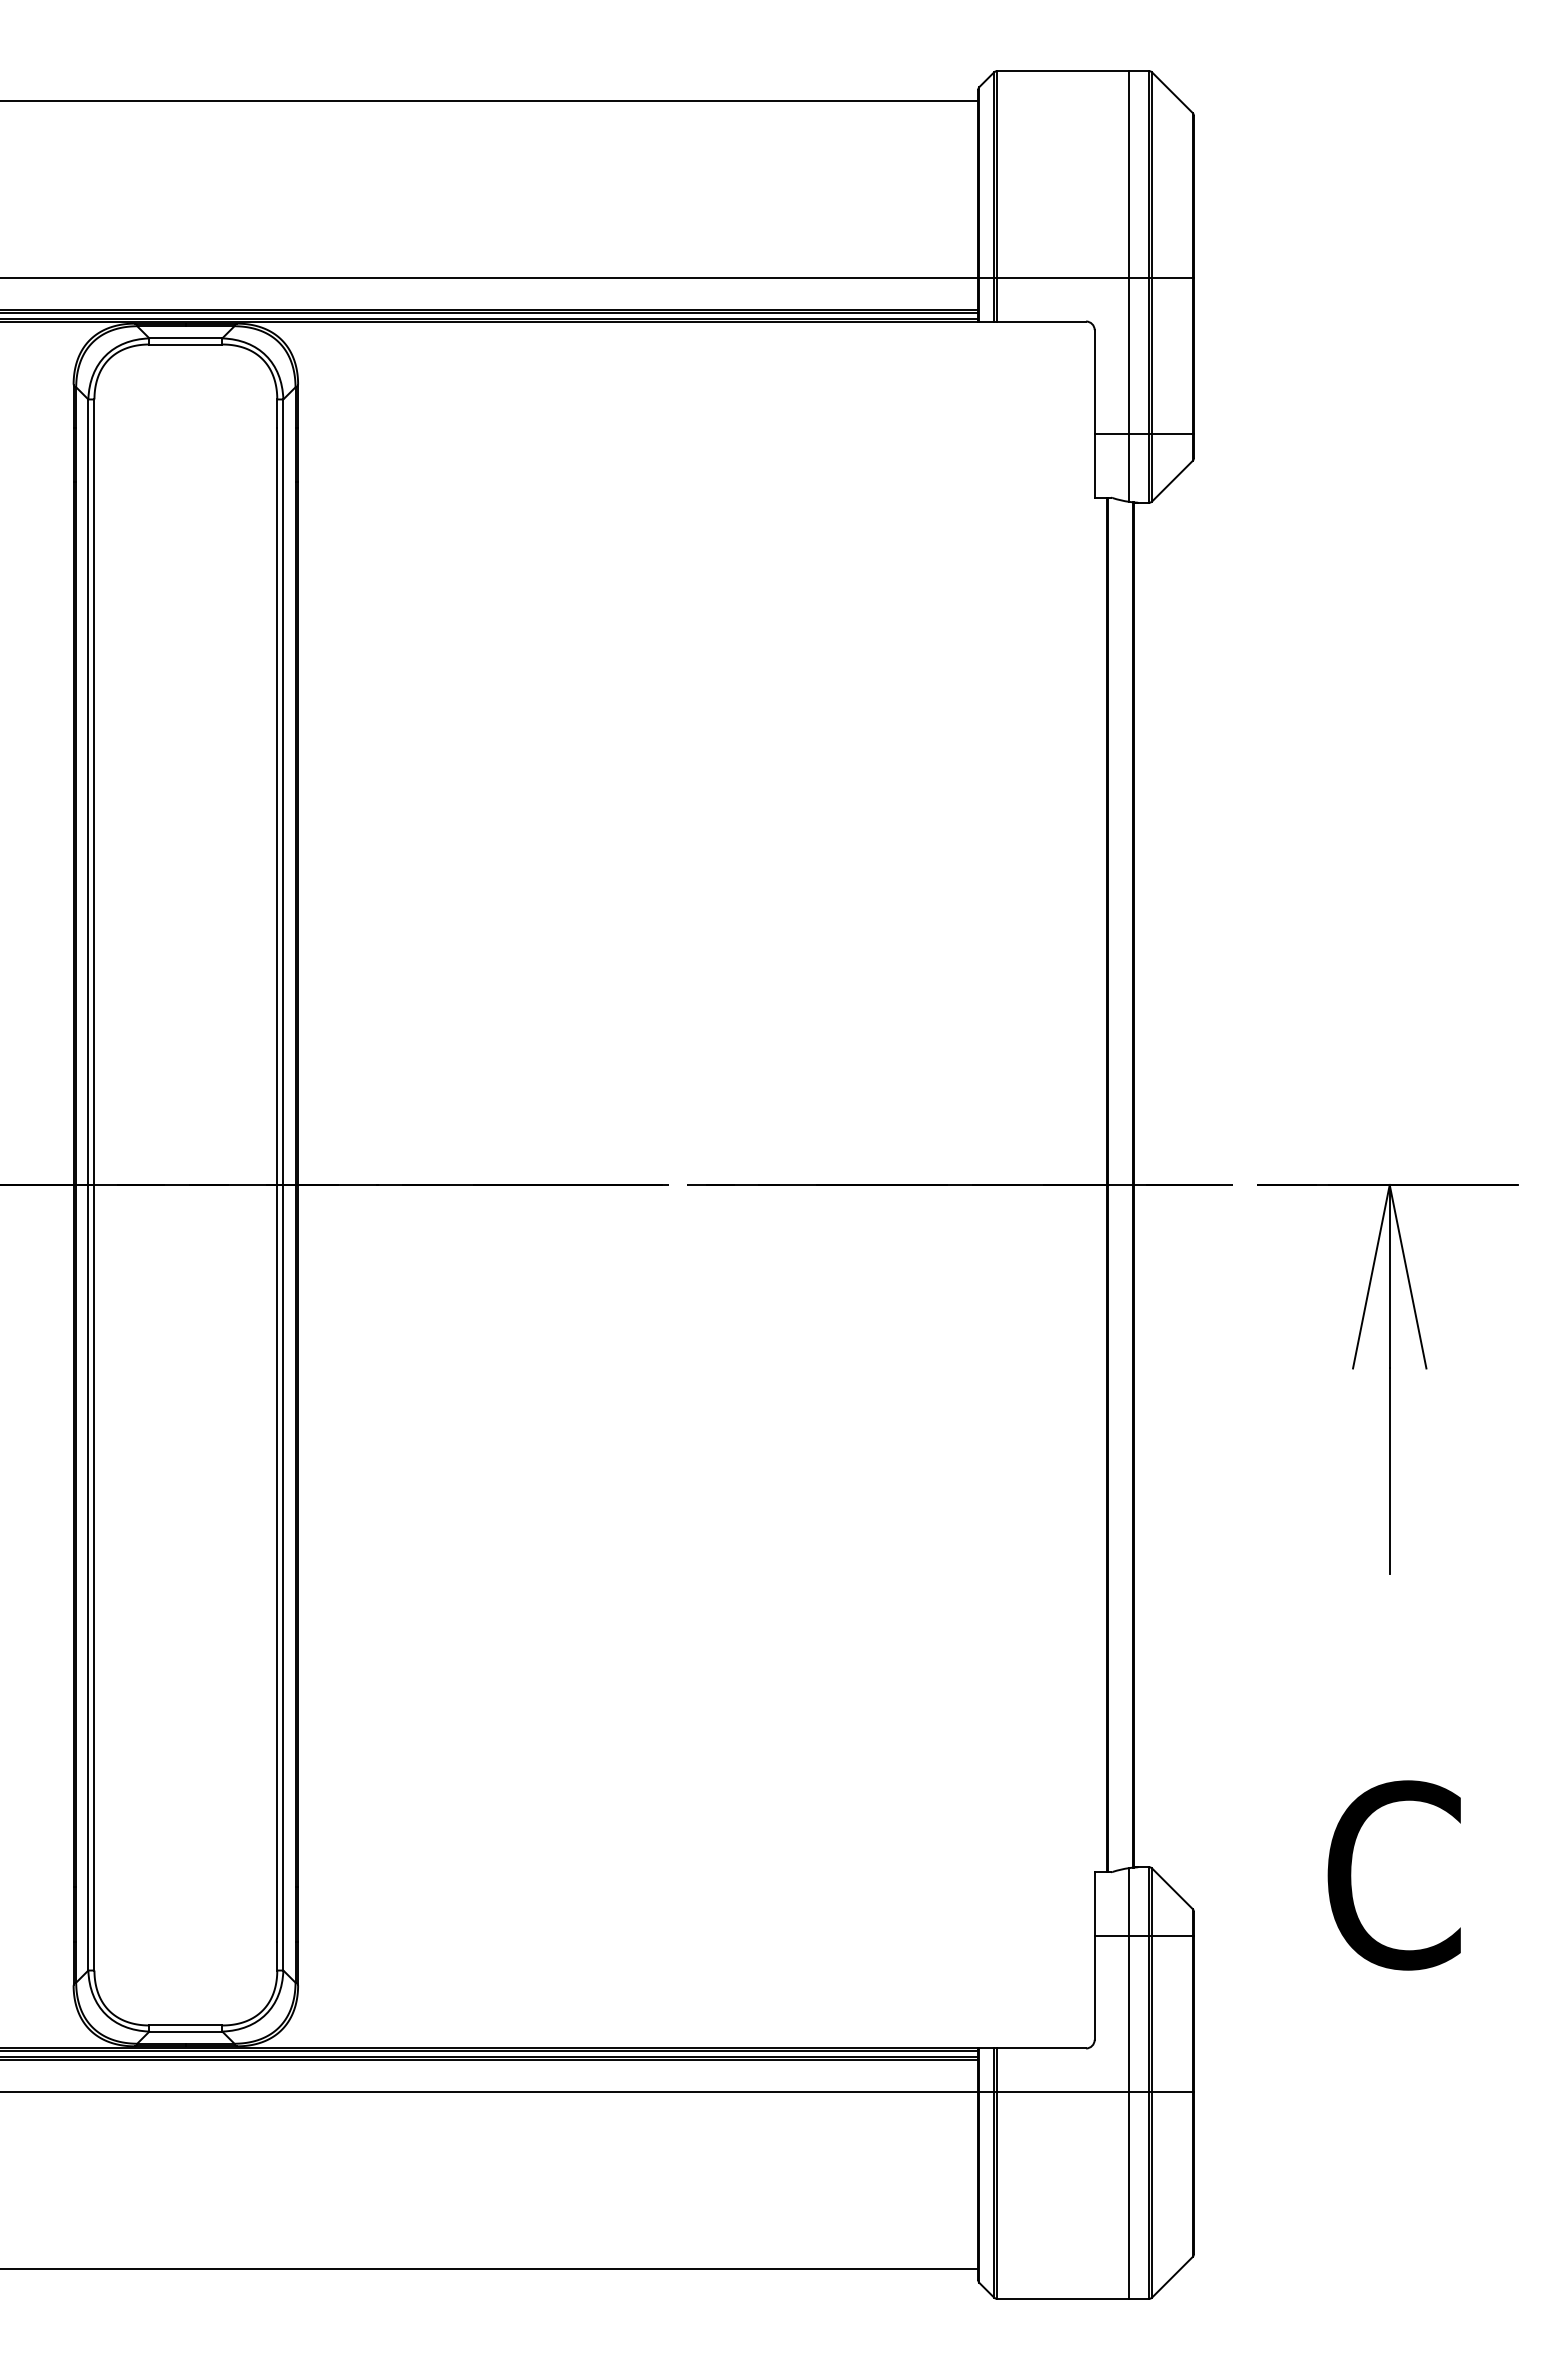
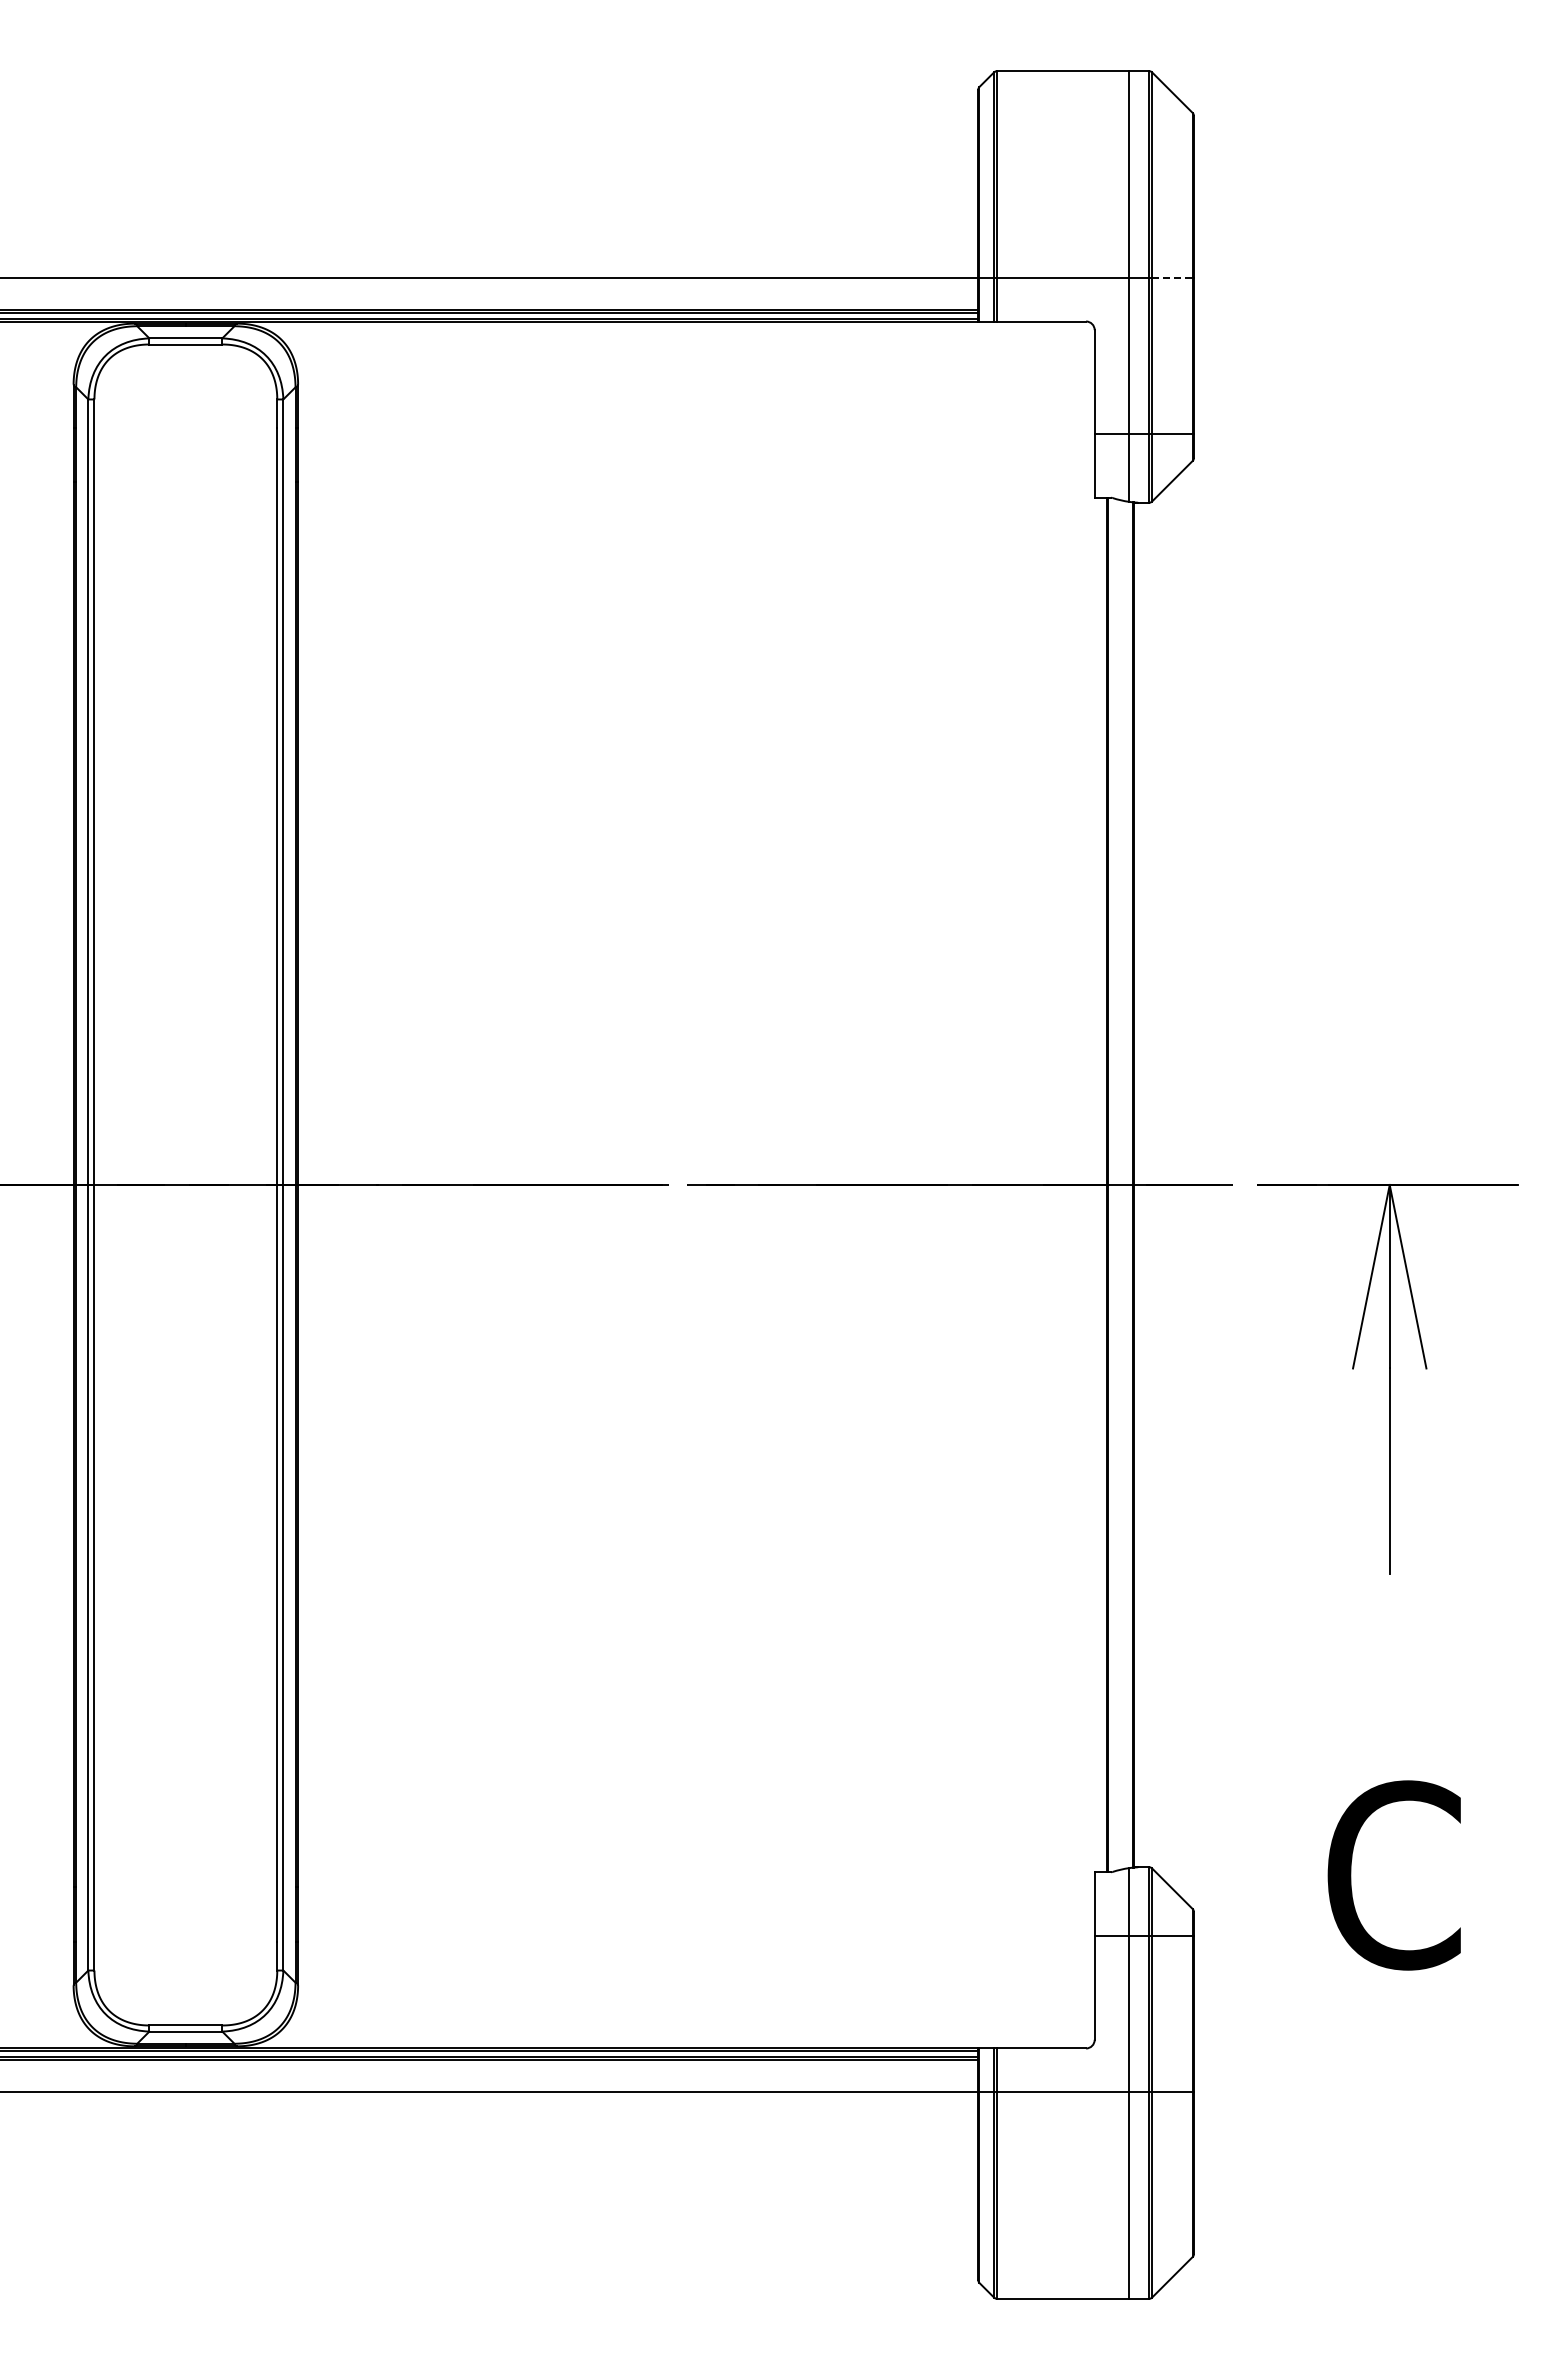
line at (490, 101): present -> none
line at (1172, 278): solid -> dashed
line at (490, 2268): present -> none
